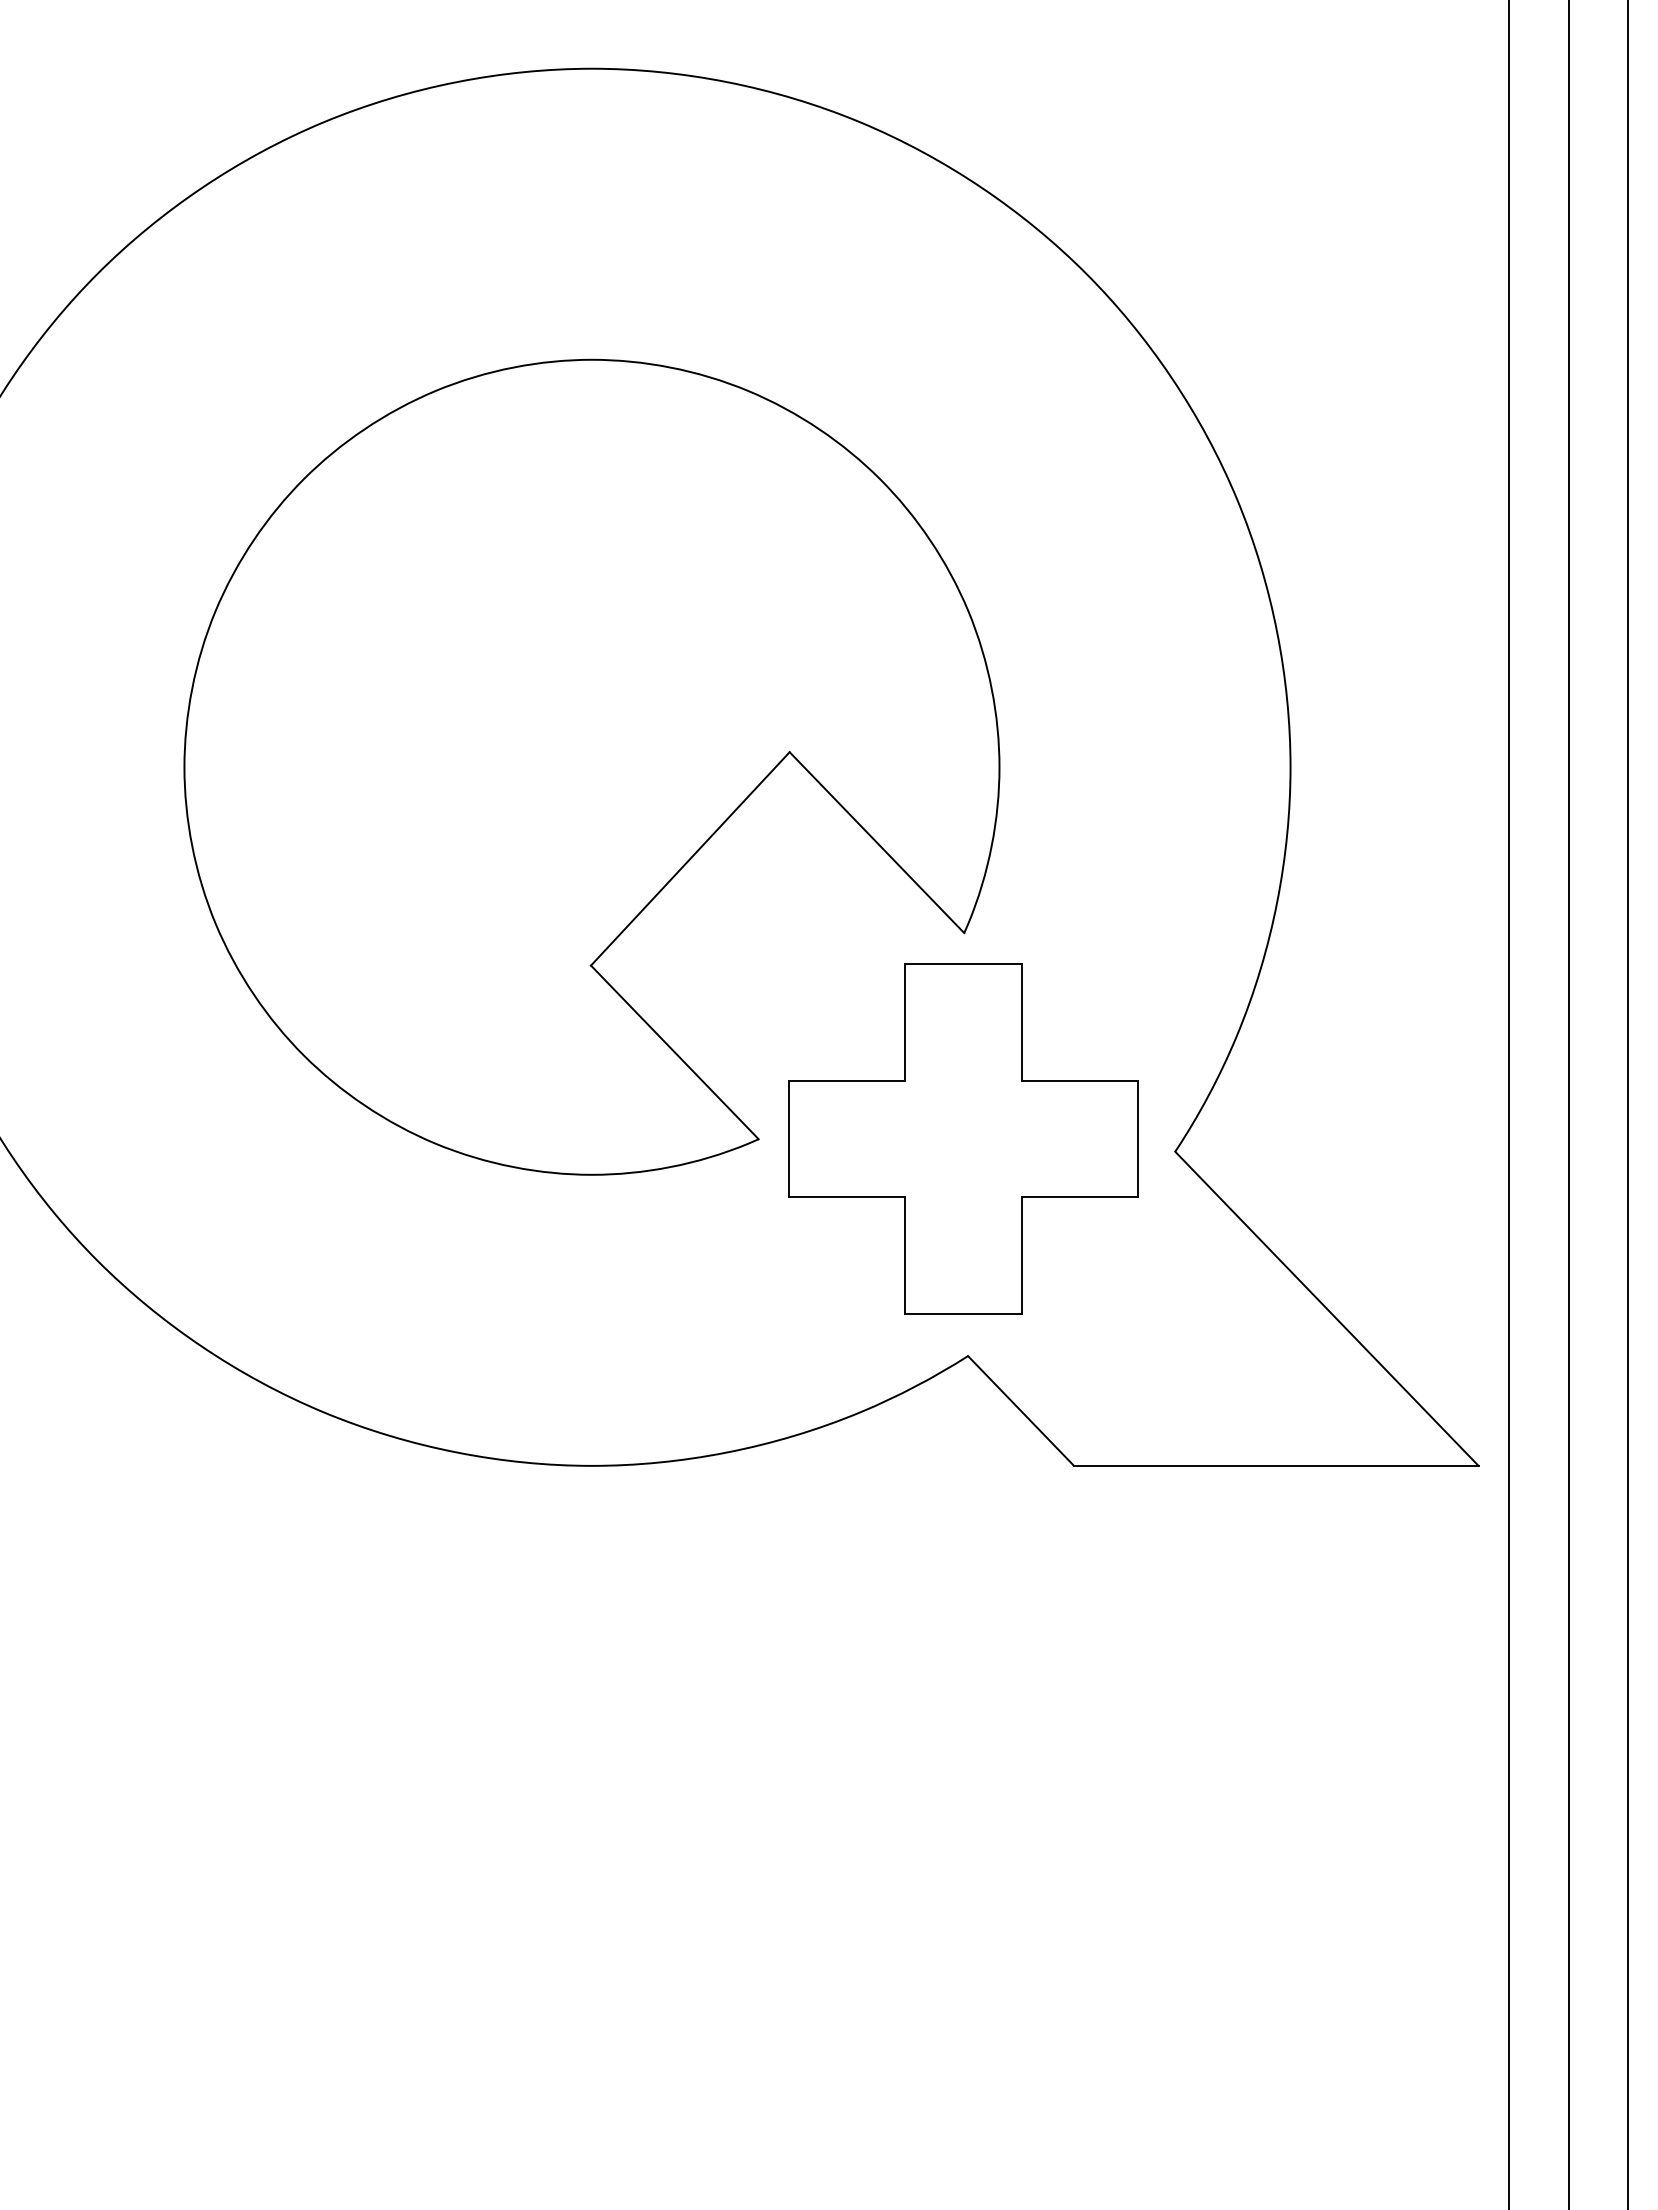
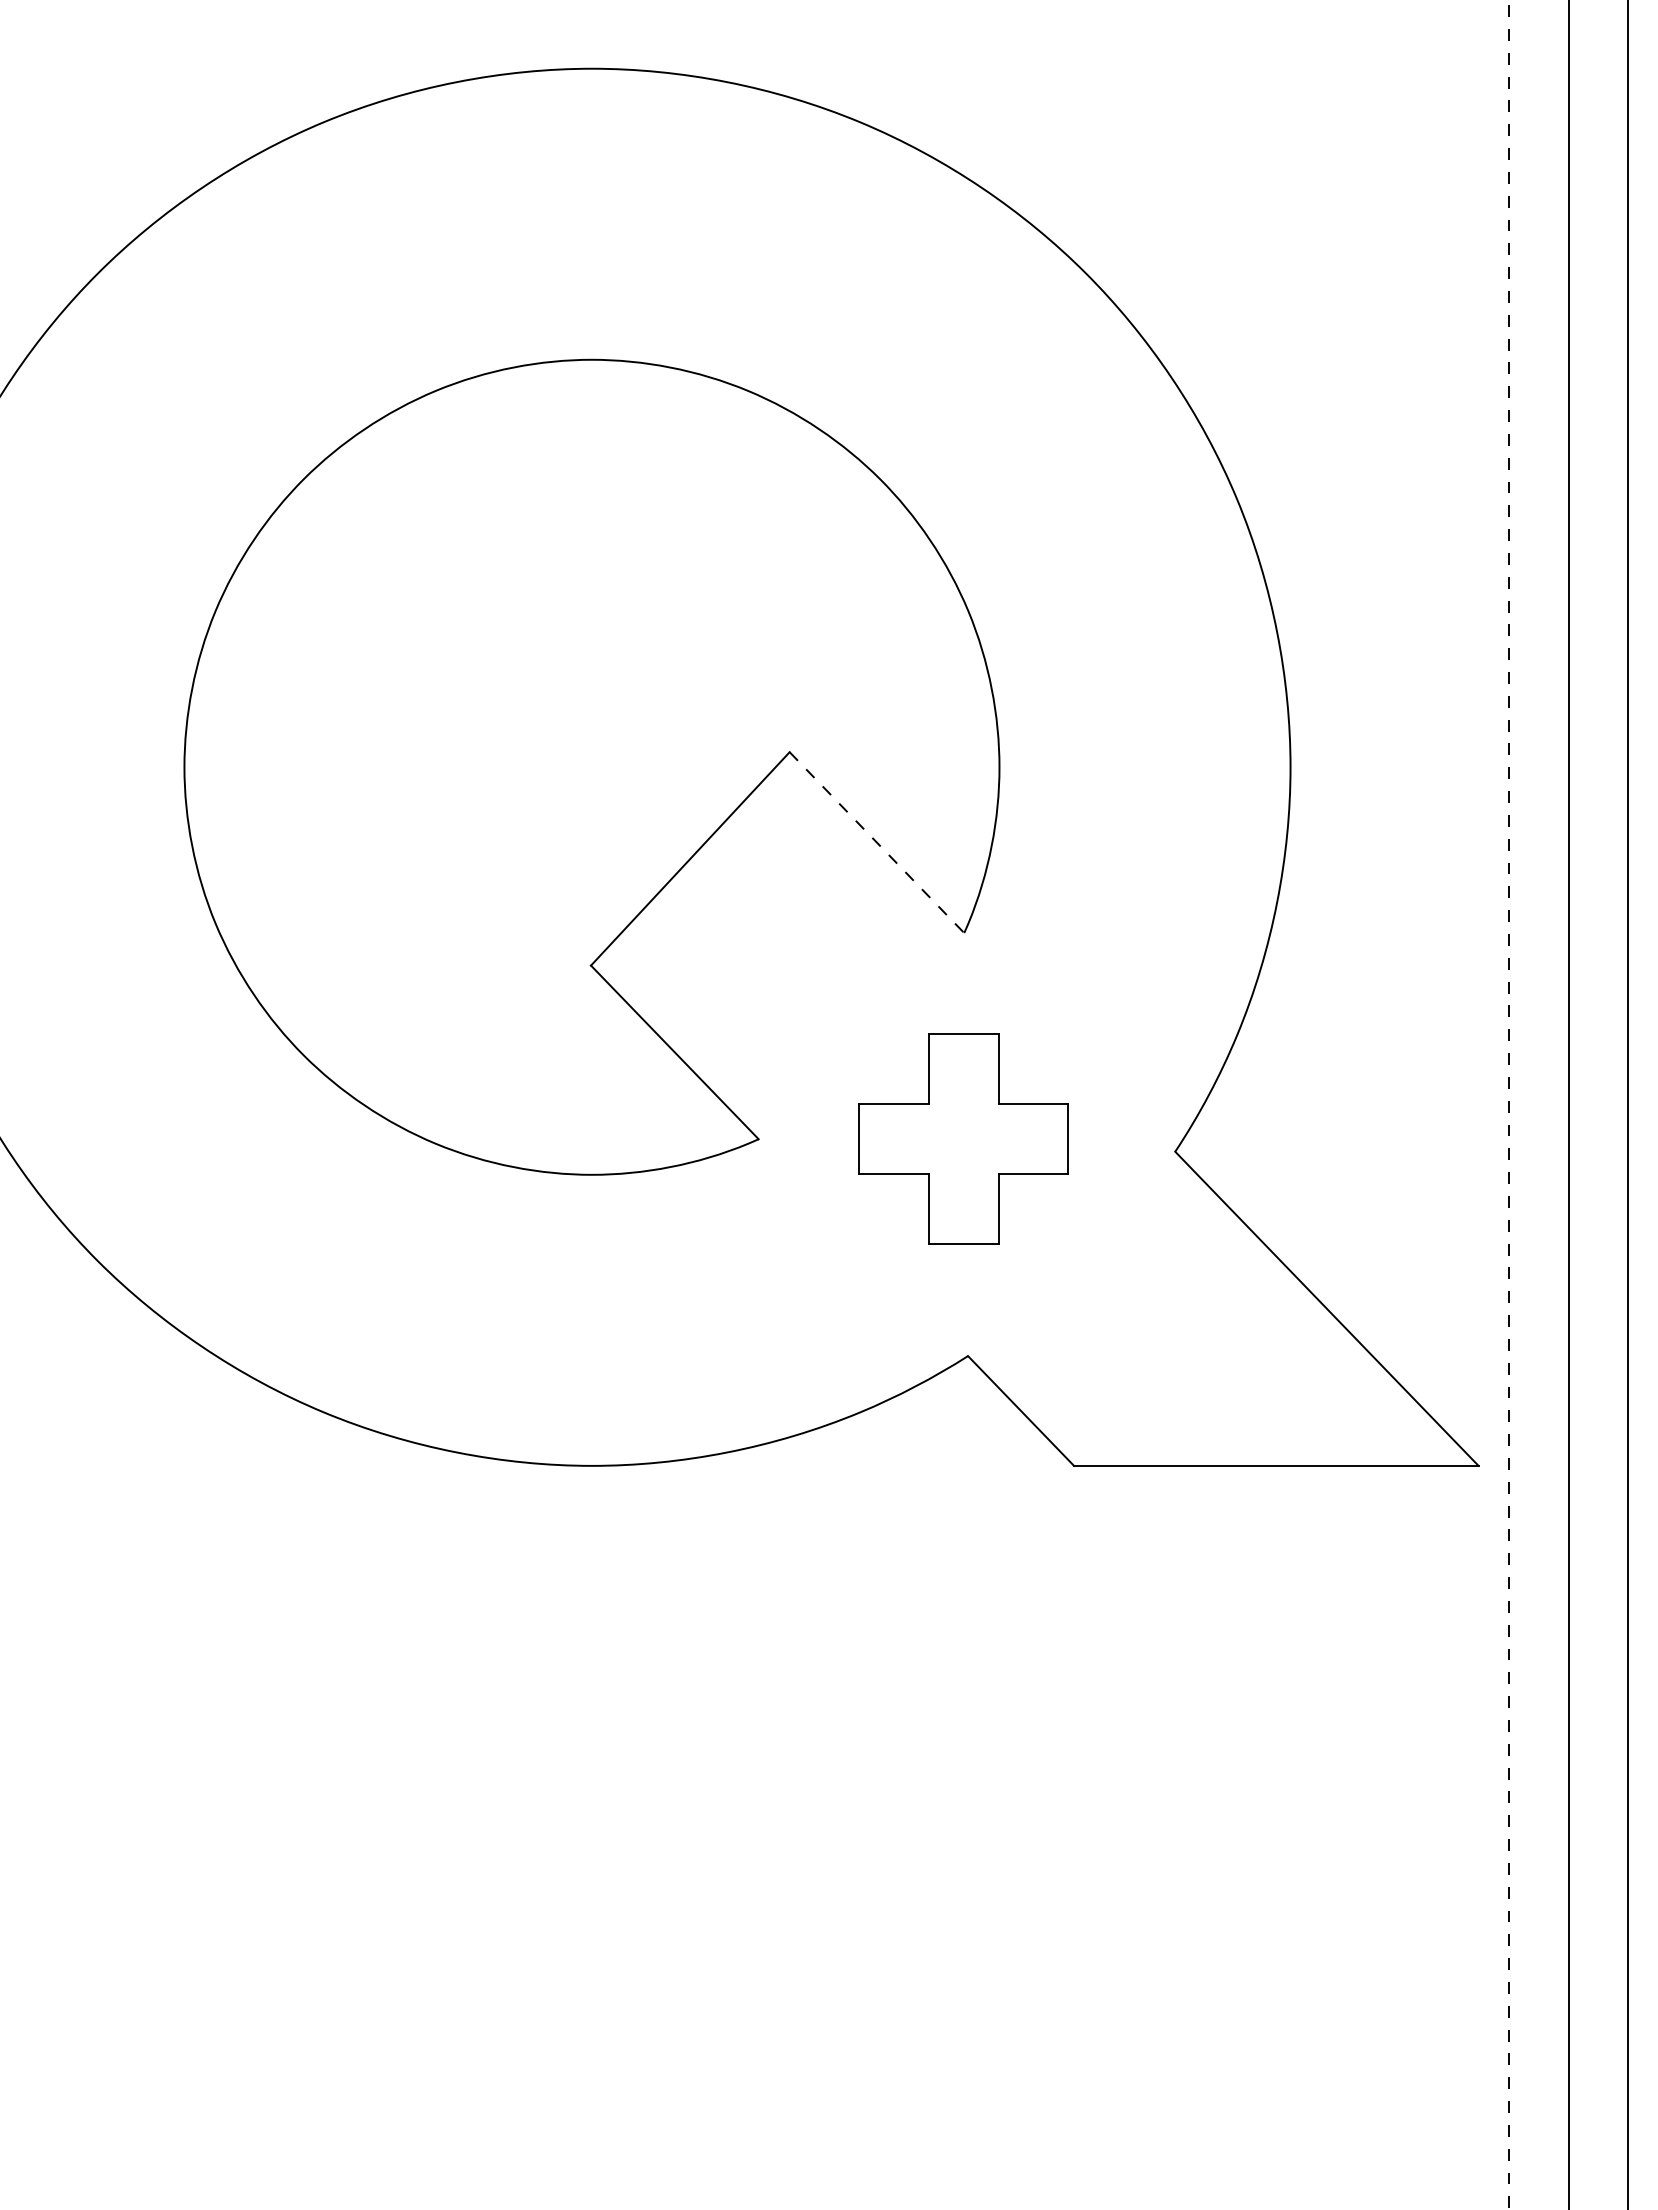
line at (876, 842): solid -> dashed
line at (1508, 1104): solid -> dashed
part at (963, 1138) size: 351x352 px -> 211x212 px
